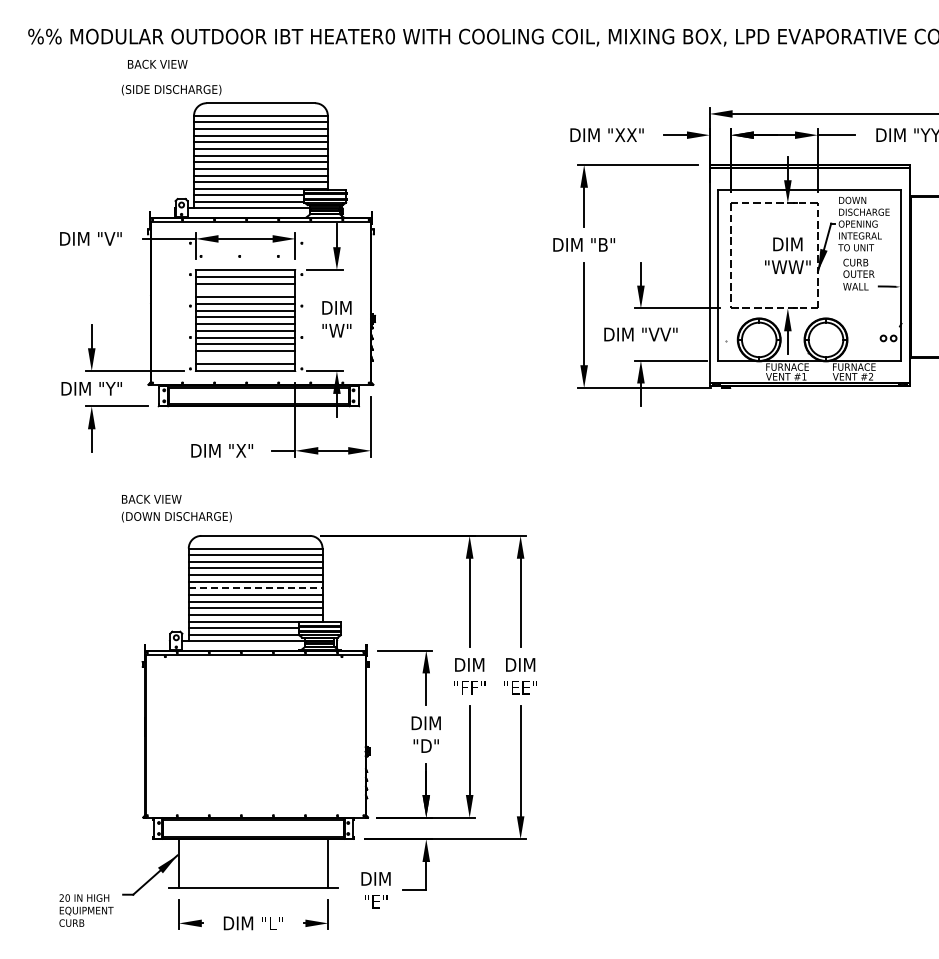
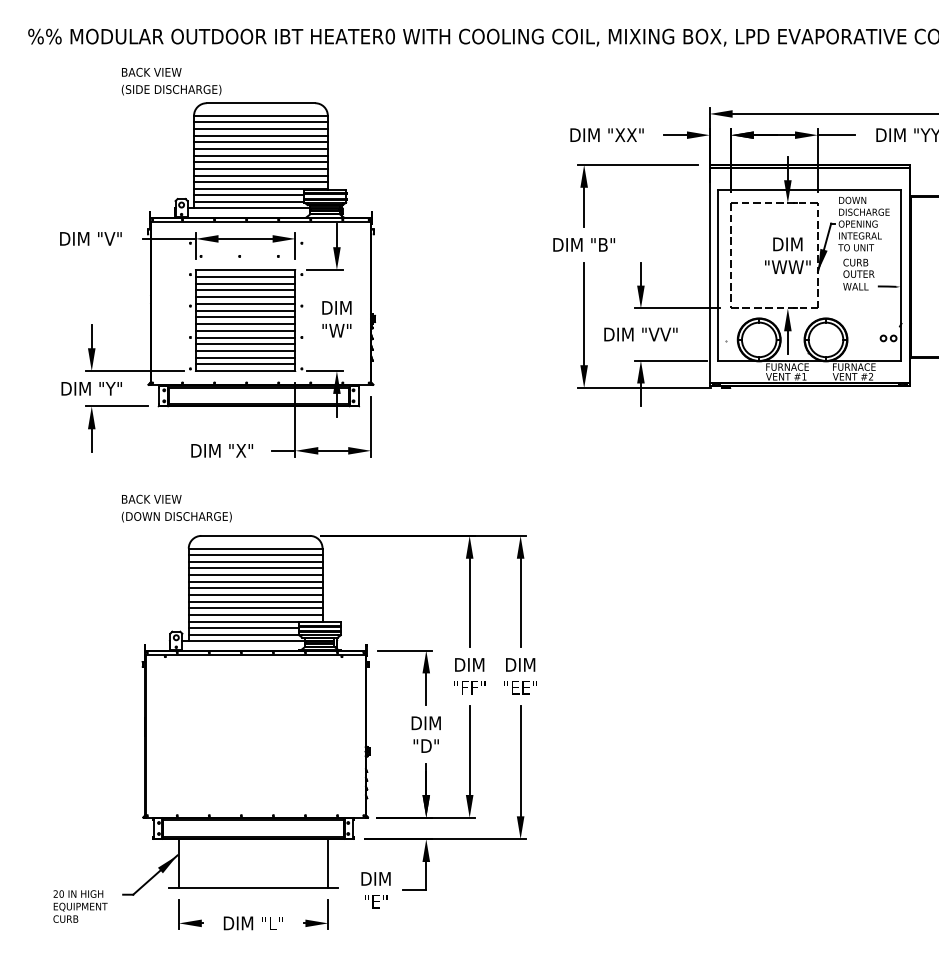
text at (157, 63) position: (157, 63) -> (151, 71)
line at (245, 290): none -> present
line at (245, 357): none -> present
line at (255, 588): dashed -> solid
text at (86, 910) position: (86, 910) -> (80, 906)
